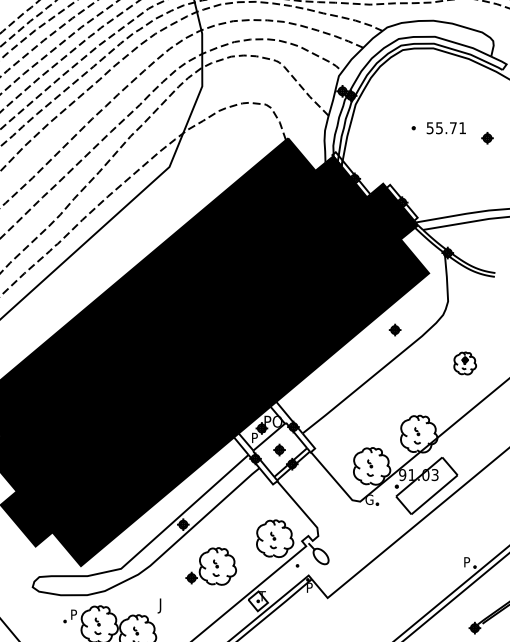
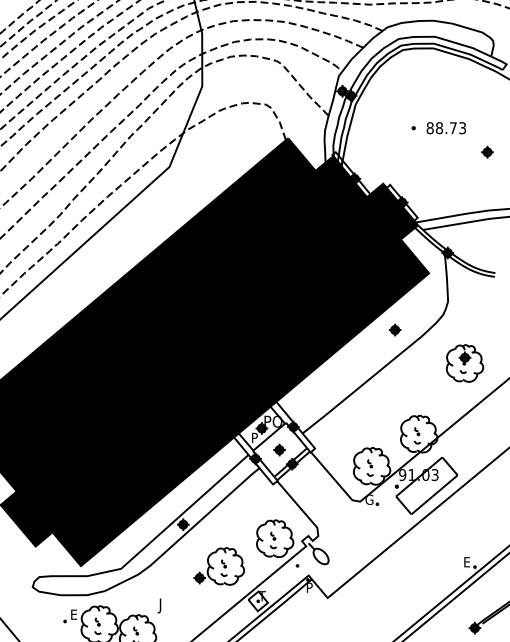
text at (446, 128): 55.71 -> 88.73
part at (487, 138) position: (487, 138) -> (487, 152)
part at (464, 363) size: 24x25 px -> 39x39 px
text at (467, 562): P -> E
part at (210, 566) position: (210, 566) -> (218, 566)
text at (74, 614): P -> E
